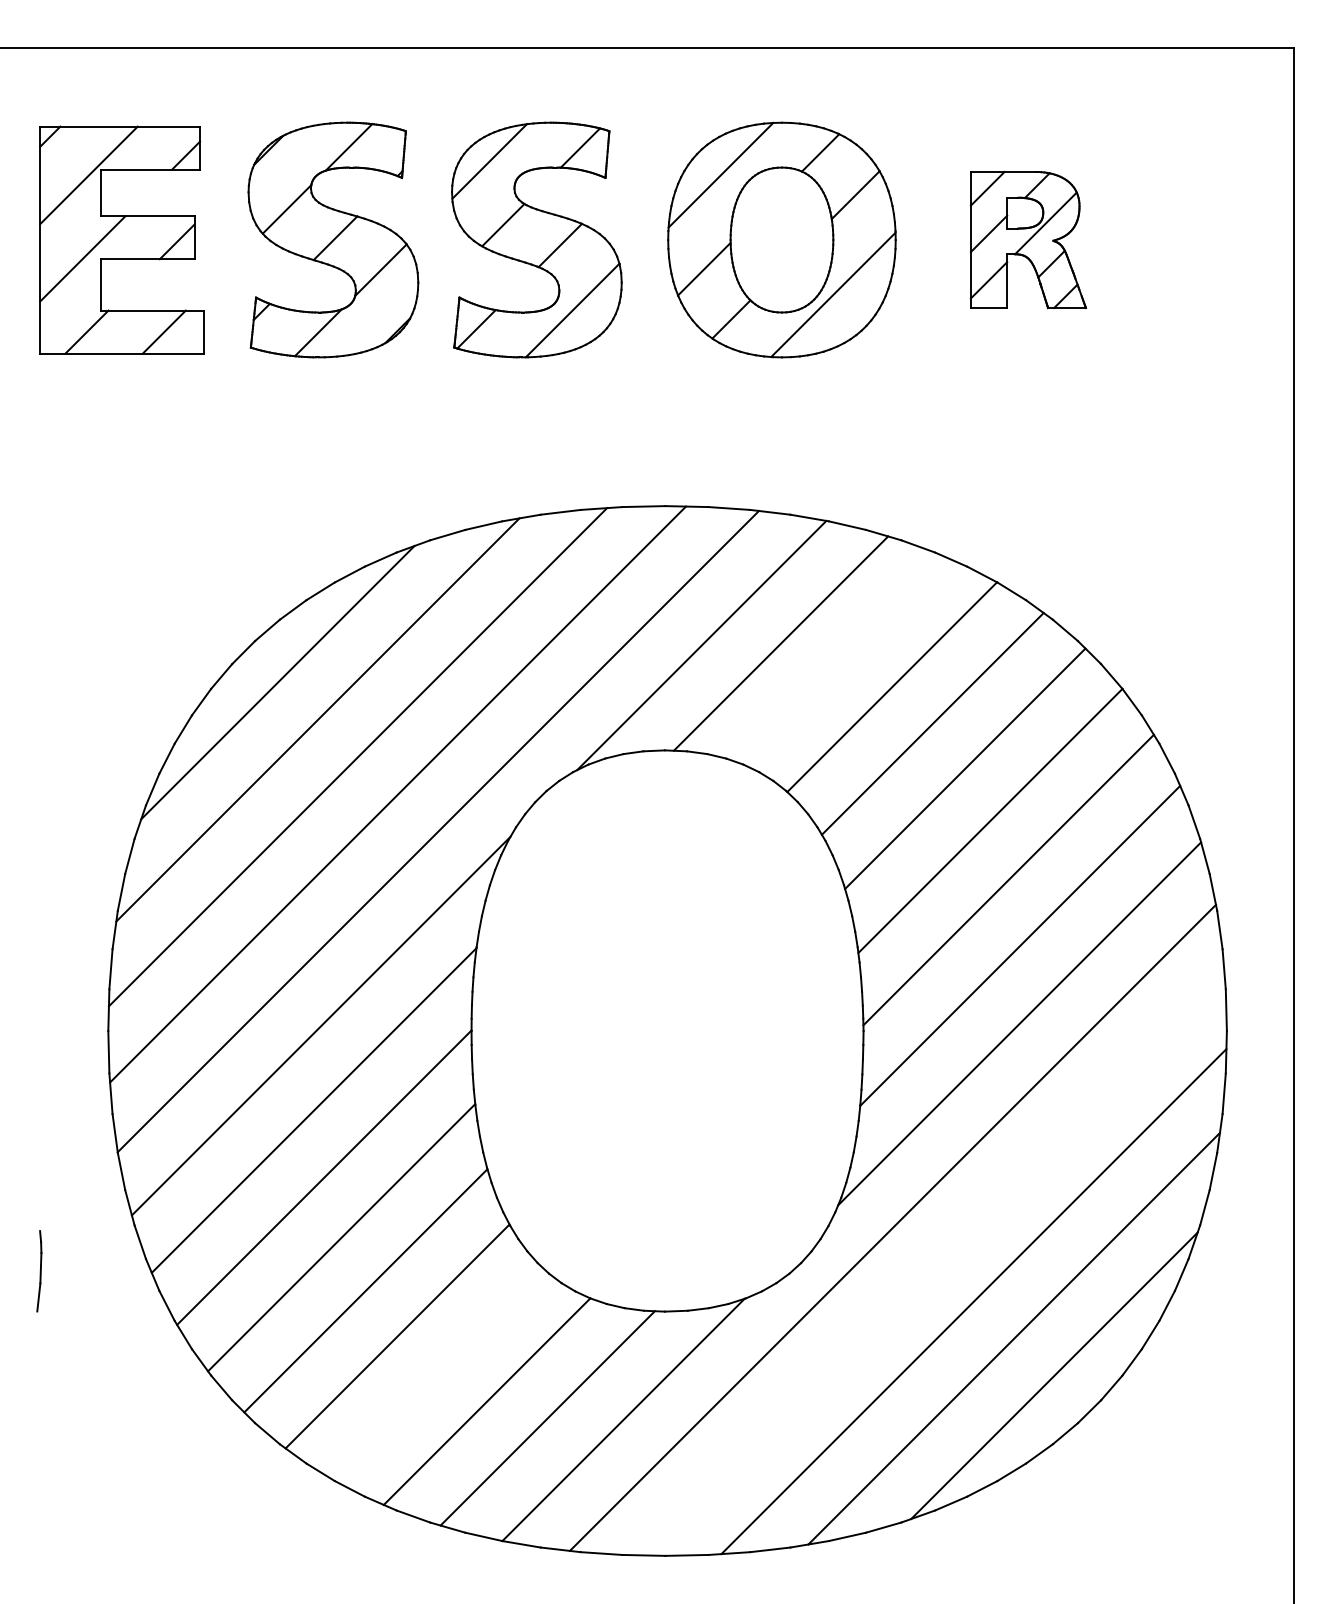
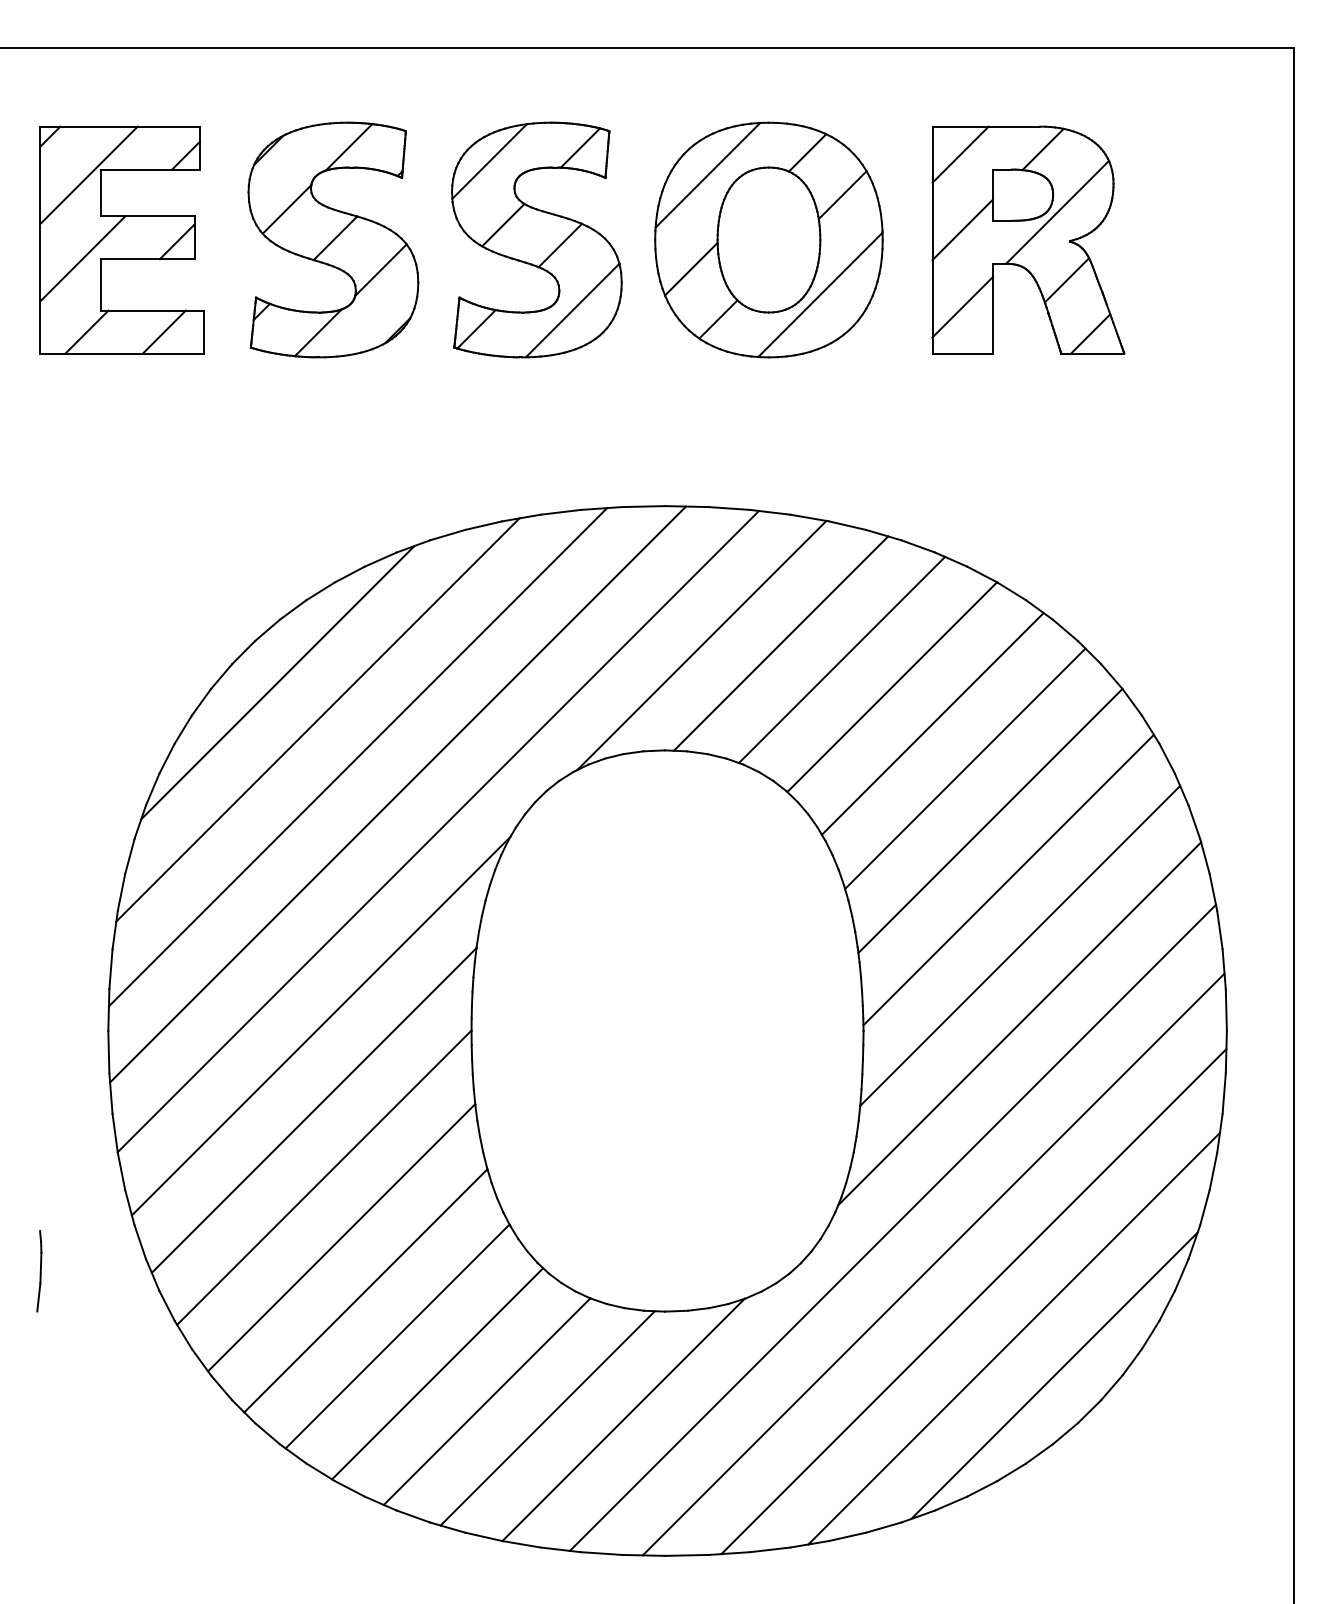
part at (781, 239) position: (781, 239) -> (768, 239)
part at (1027, 239) size: 118x140 px -> 195x230 px
line at (841, 659): none -> present
line at (933, 1264): none -> present
line at (437, 1373): none -> present
